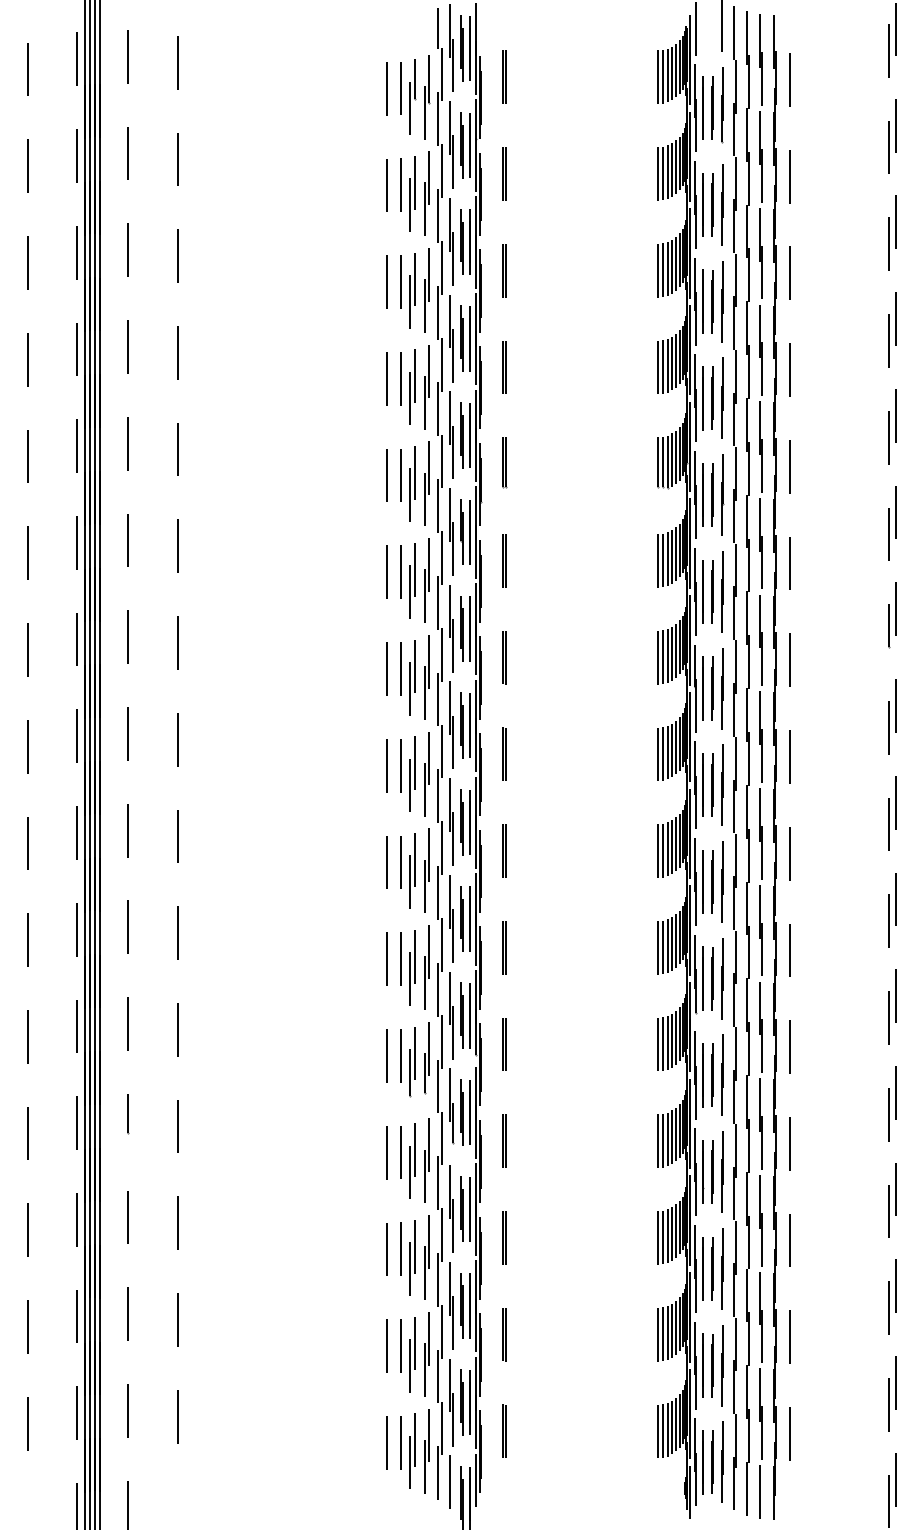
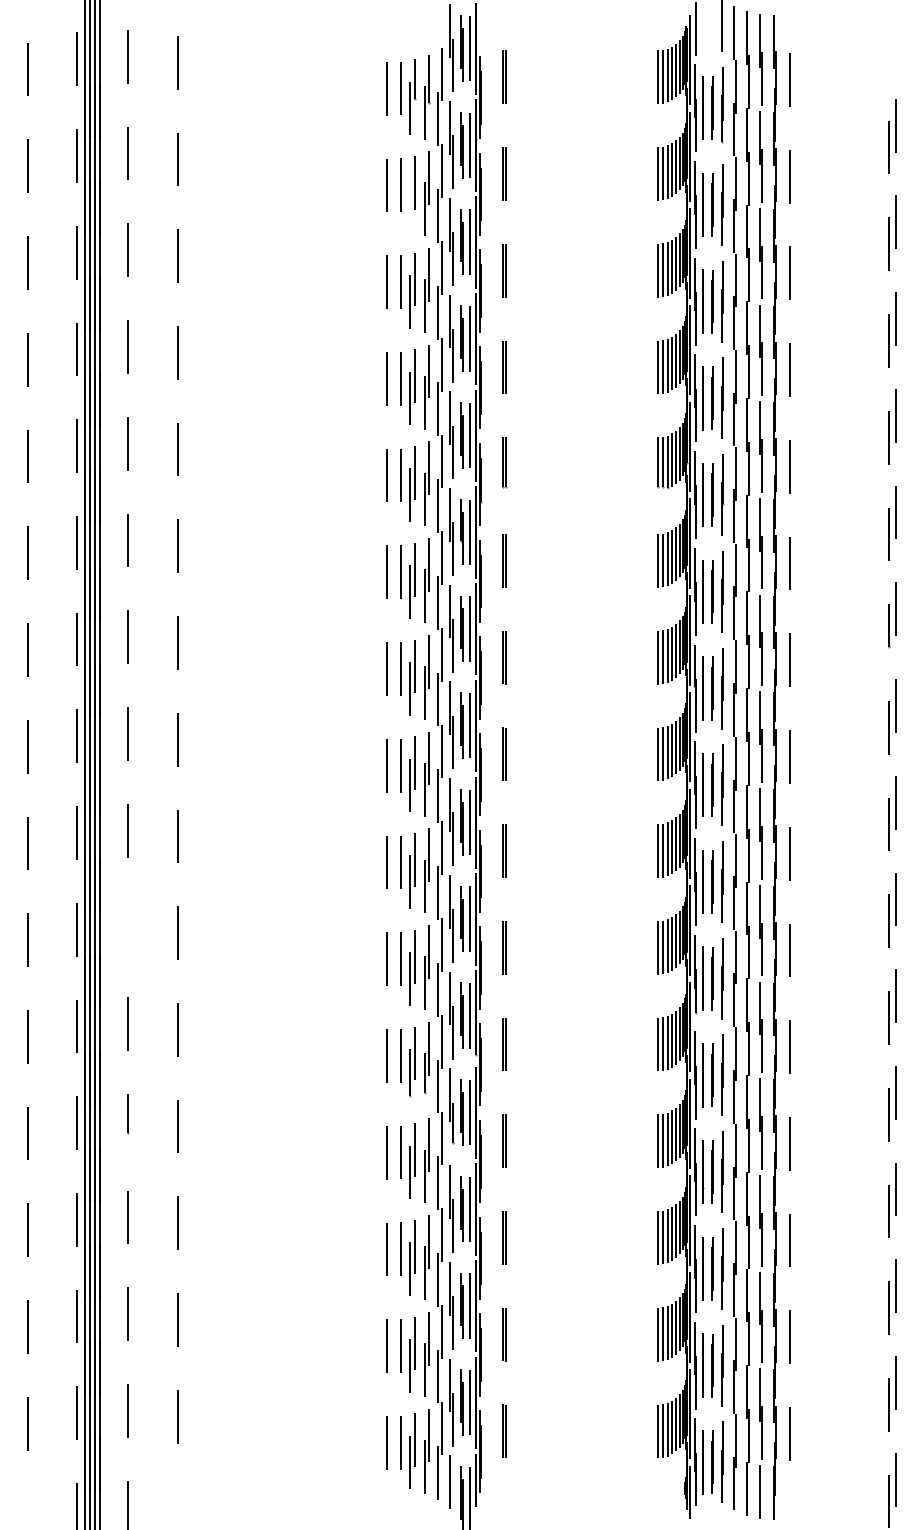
line at (438, 28): present -> none
part at (892, 40): present -> none
line at (410, 205): present -> none
line at (127, 927): present -> none
